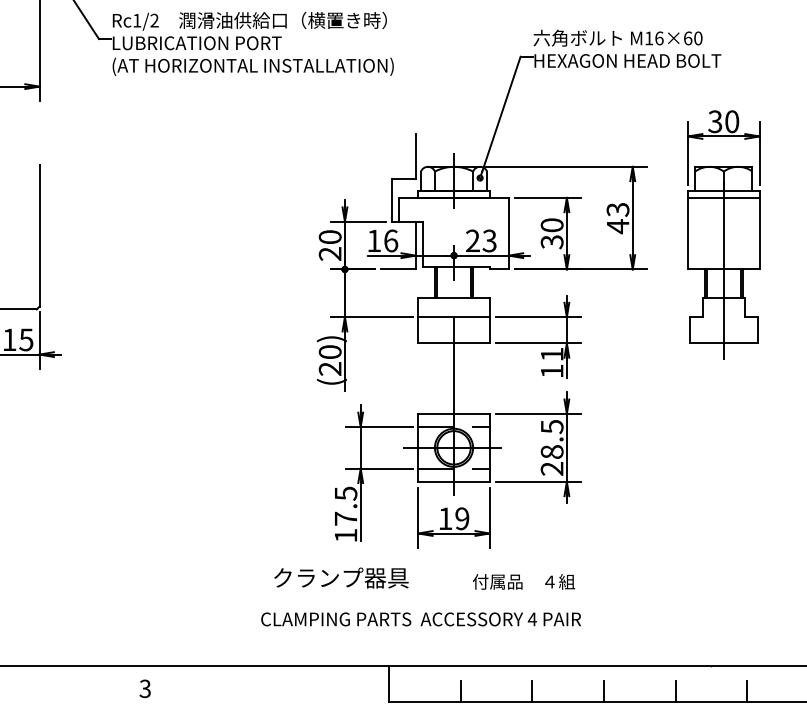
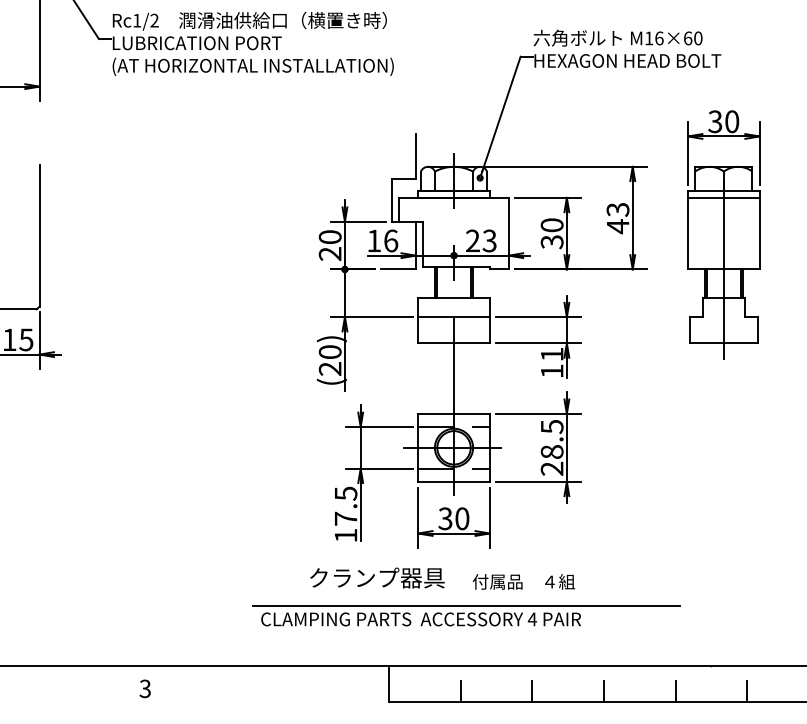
text at (453, 518): 19 -> 30
text at (341, 577) position: (341, 577) -> (377, 577)
line at (465, 605): none -> present
